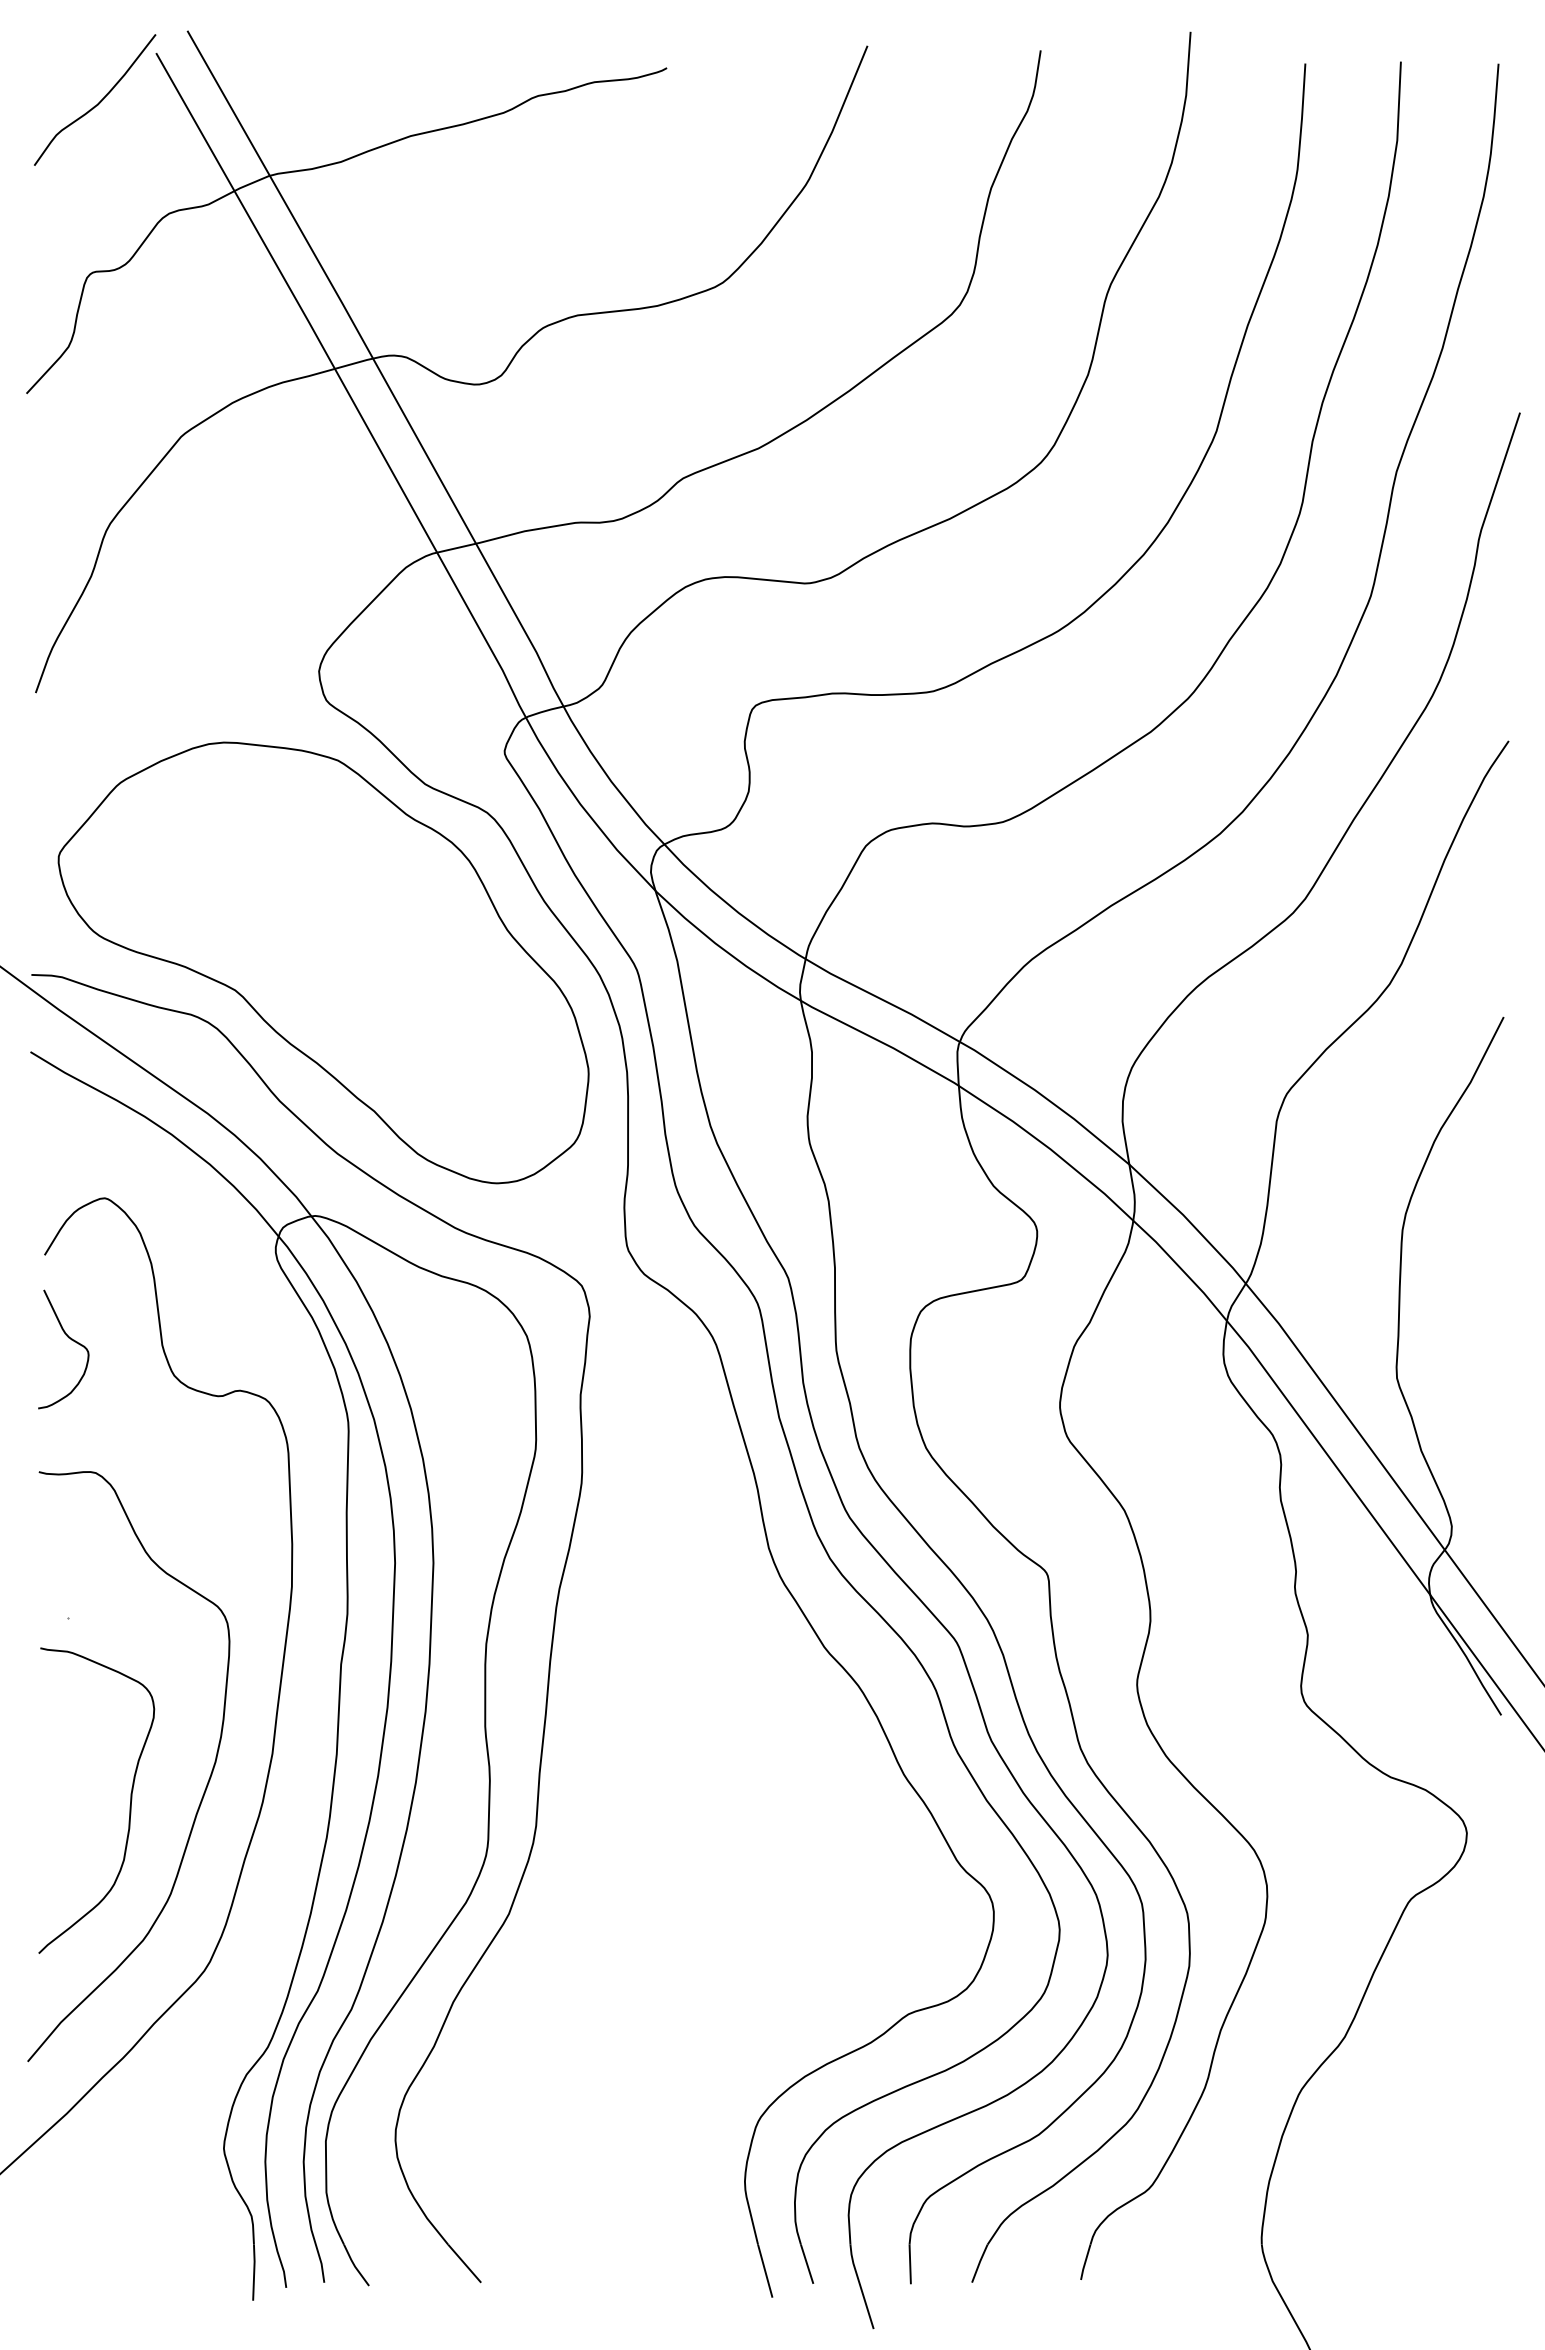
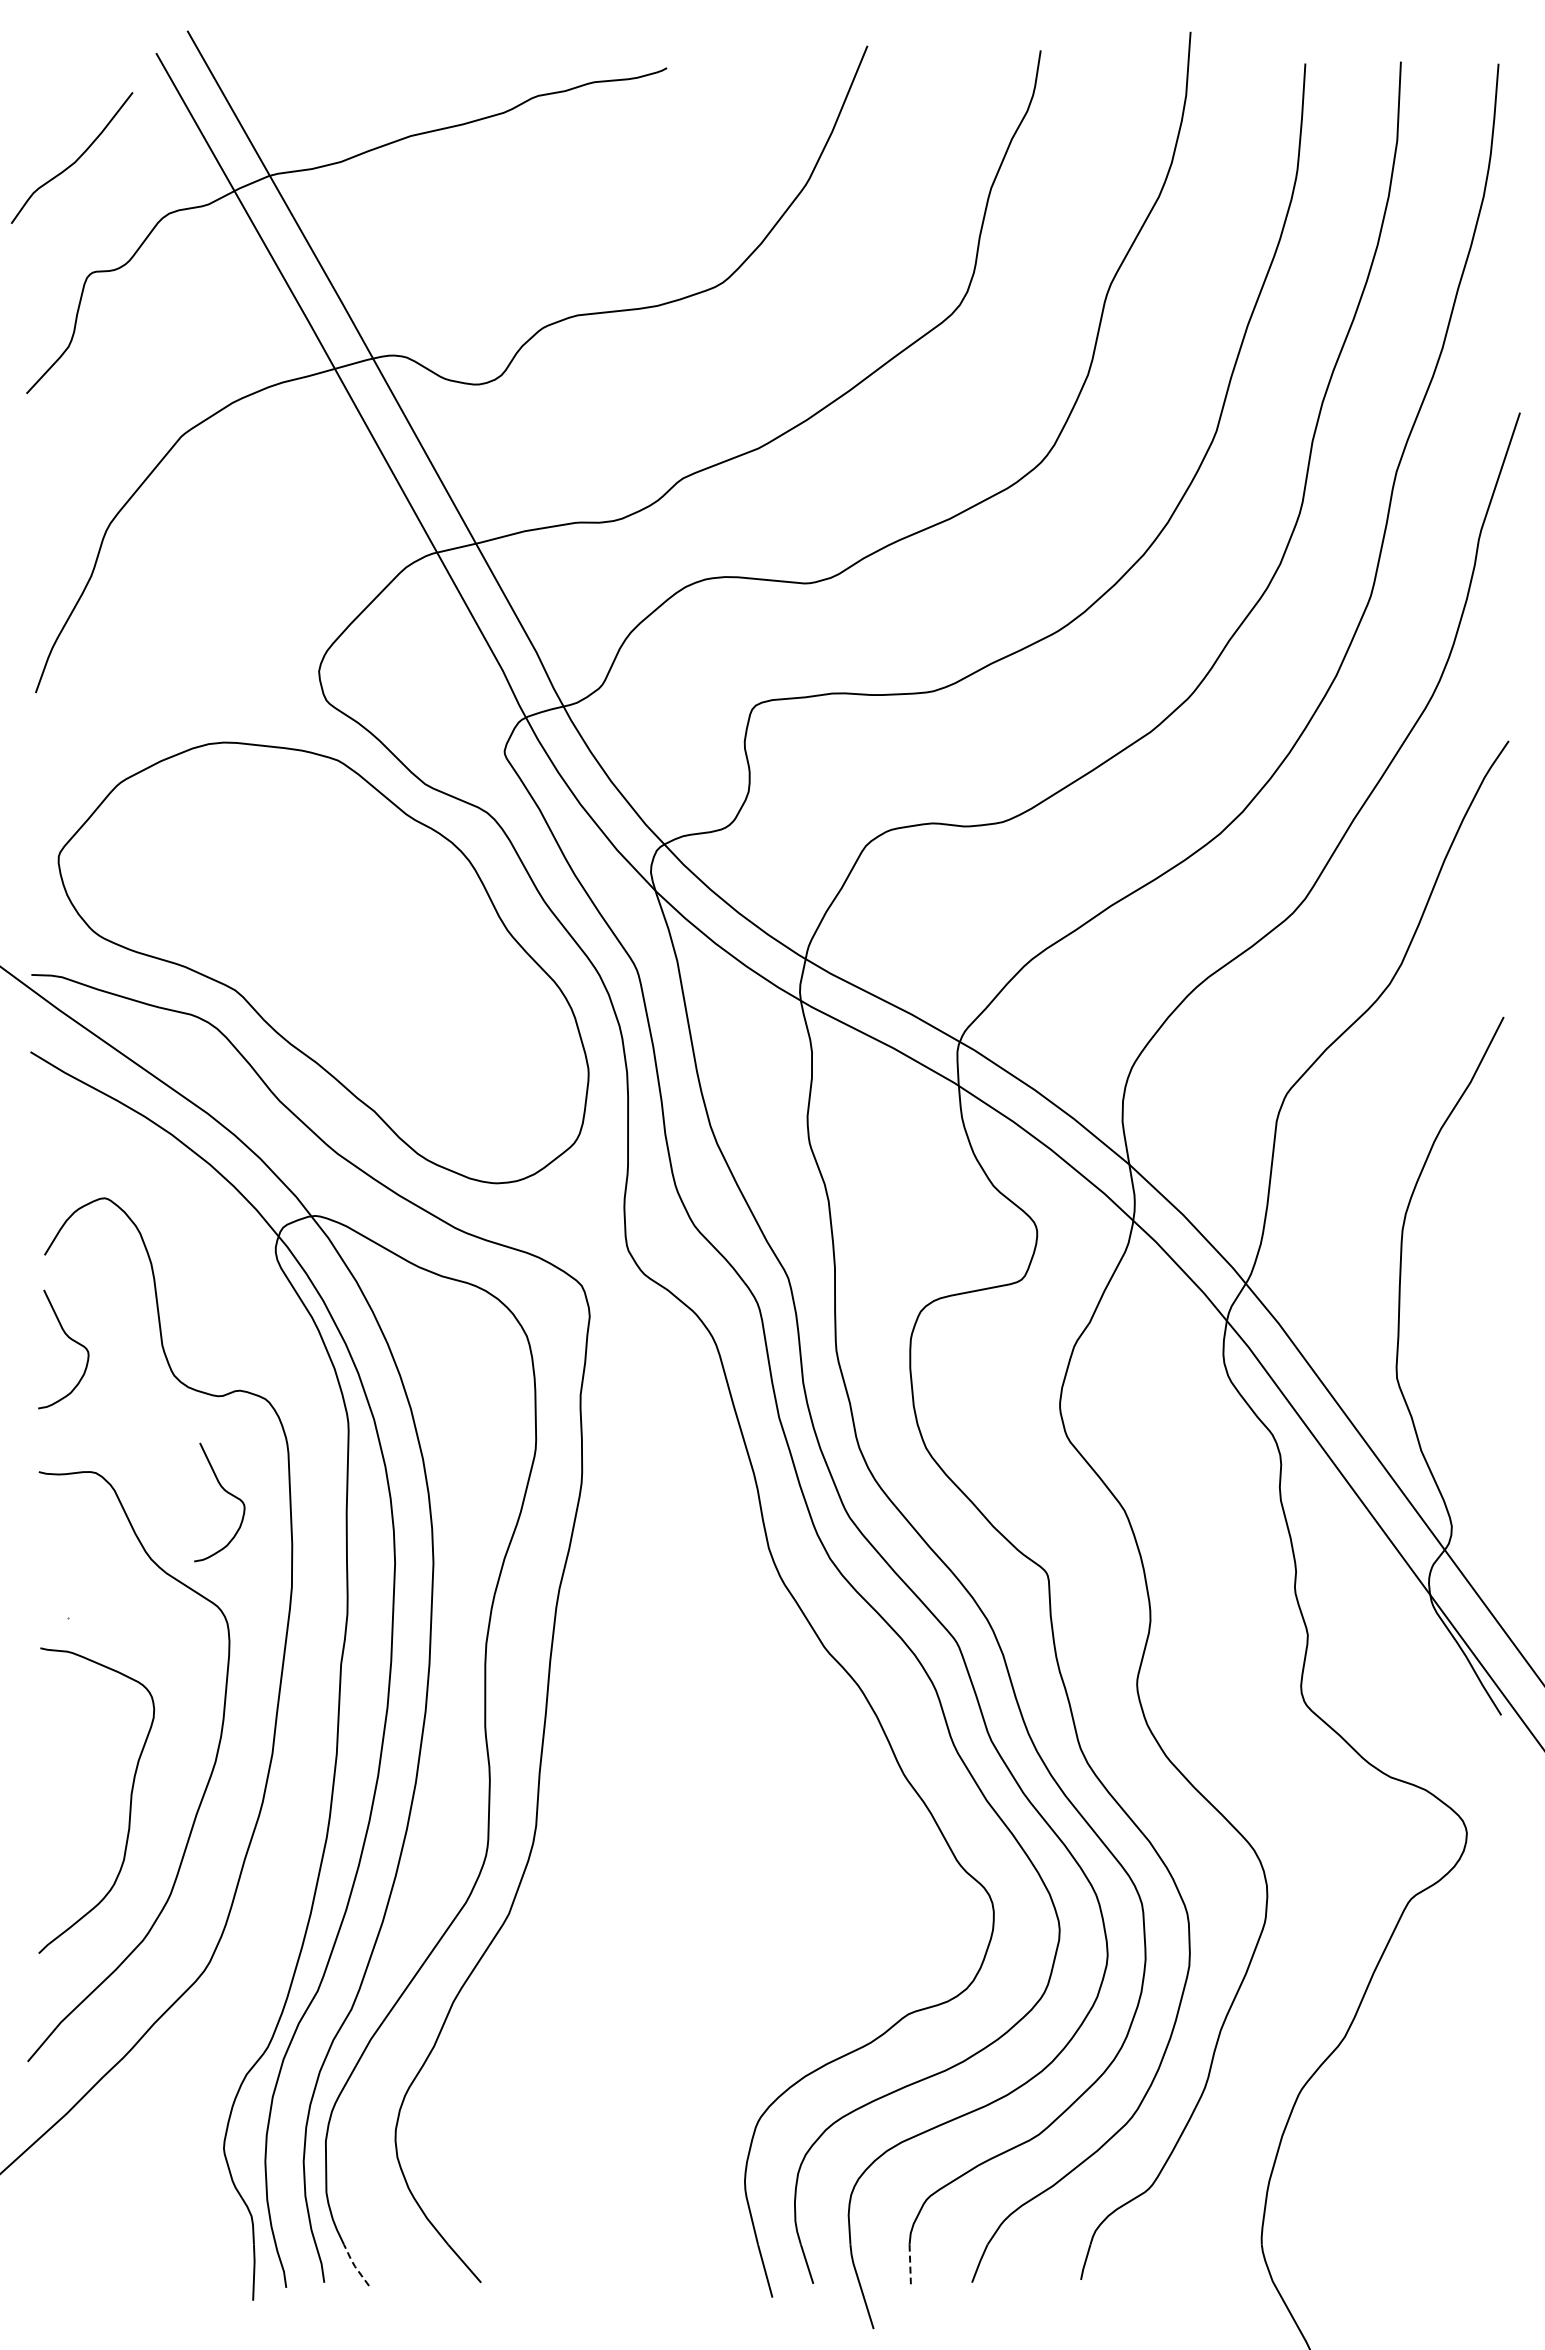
curve at (98, 102) position: (98, 102) -> (75, 160)
curve at (227, 1493): none -> present
line at (910, 2264): solid -> dashed
line at (354, 2265): solid -> dashed
